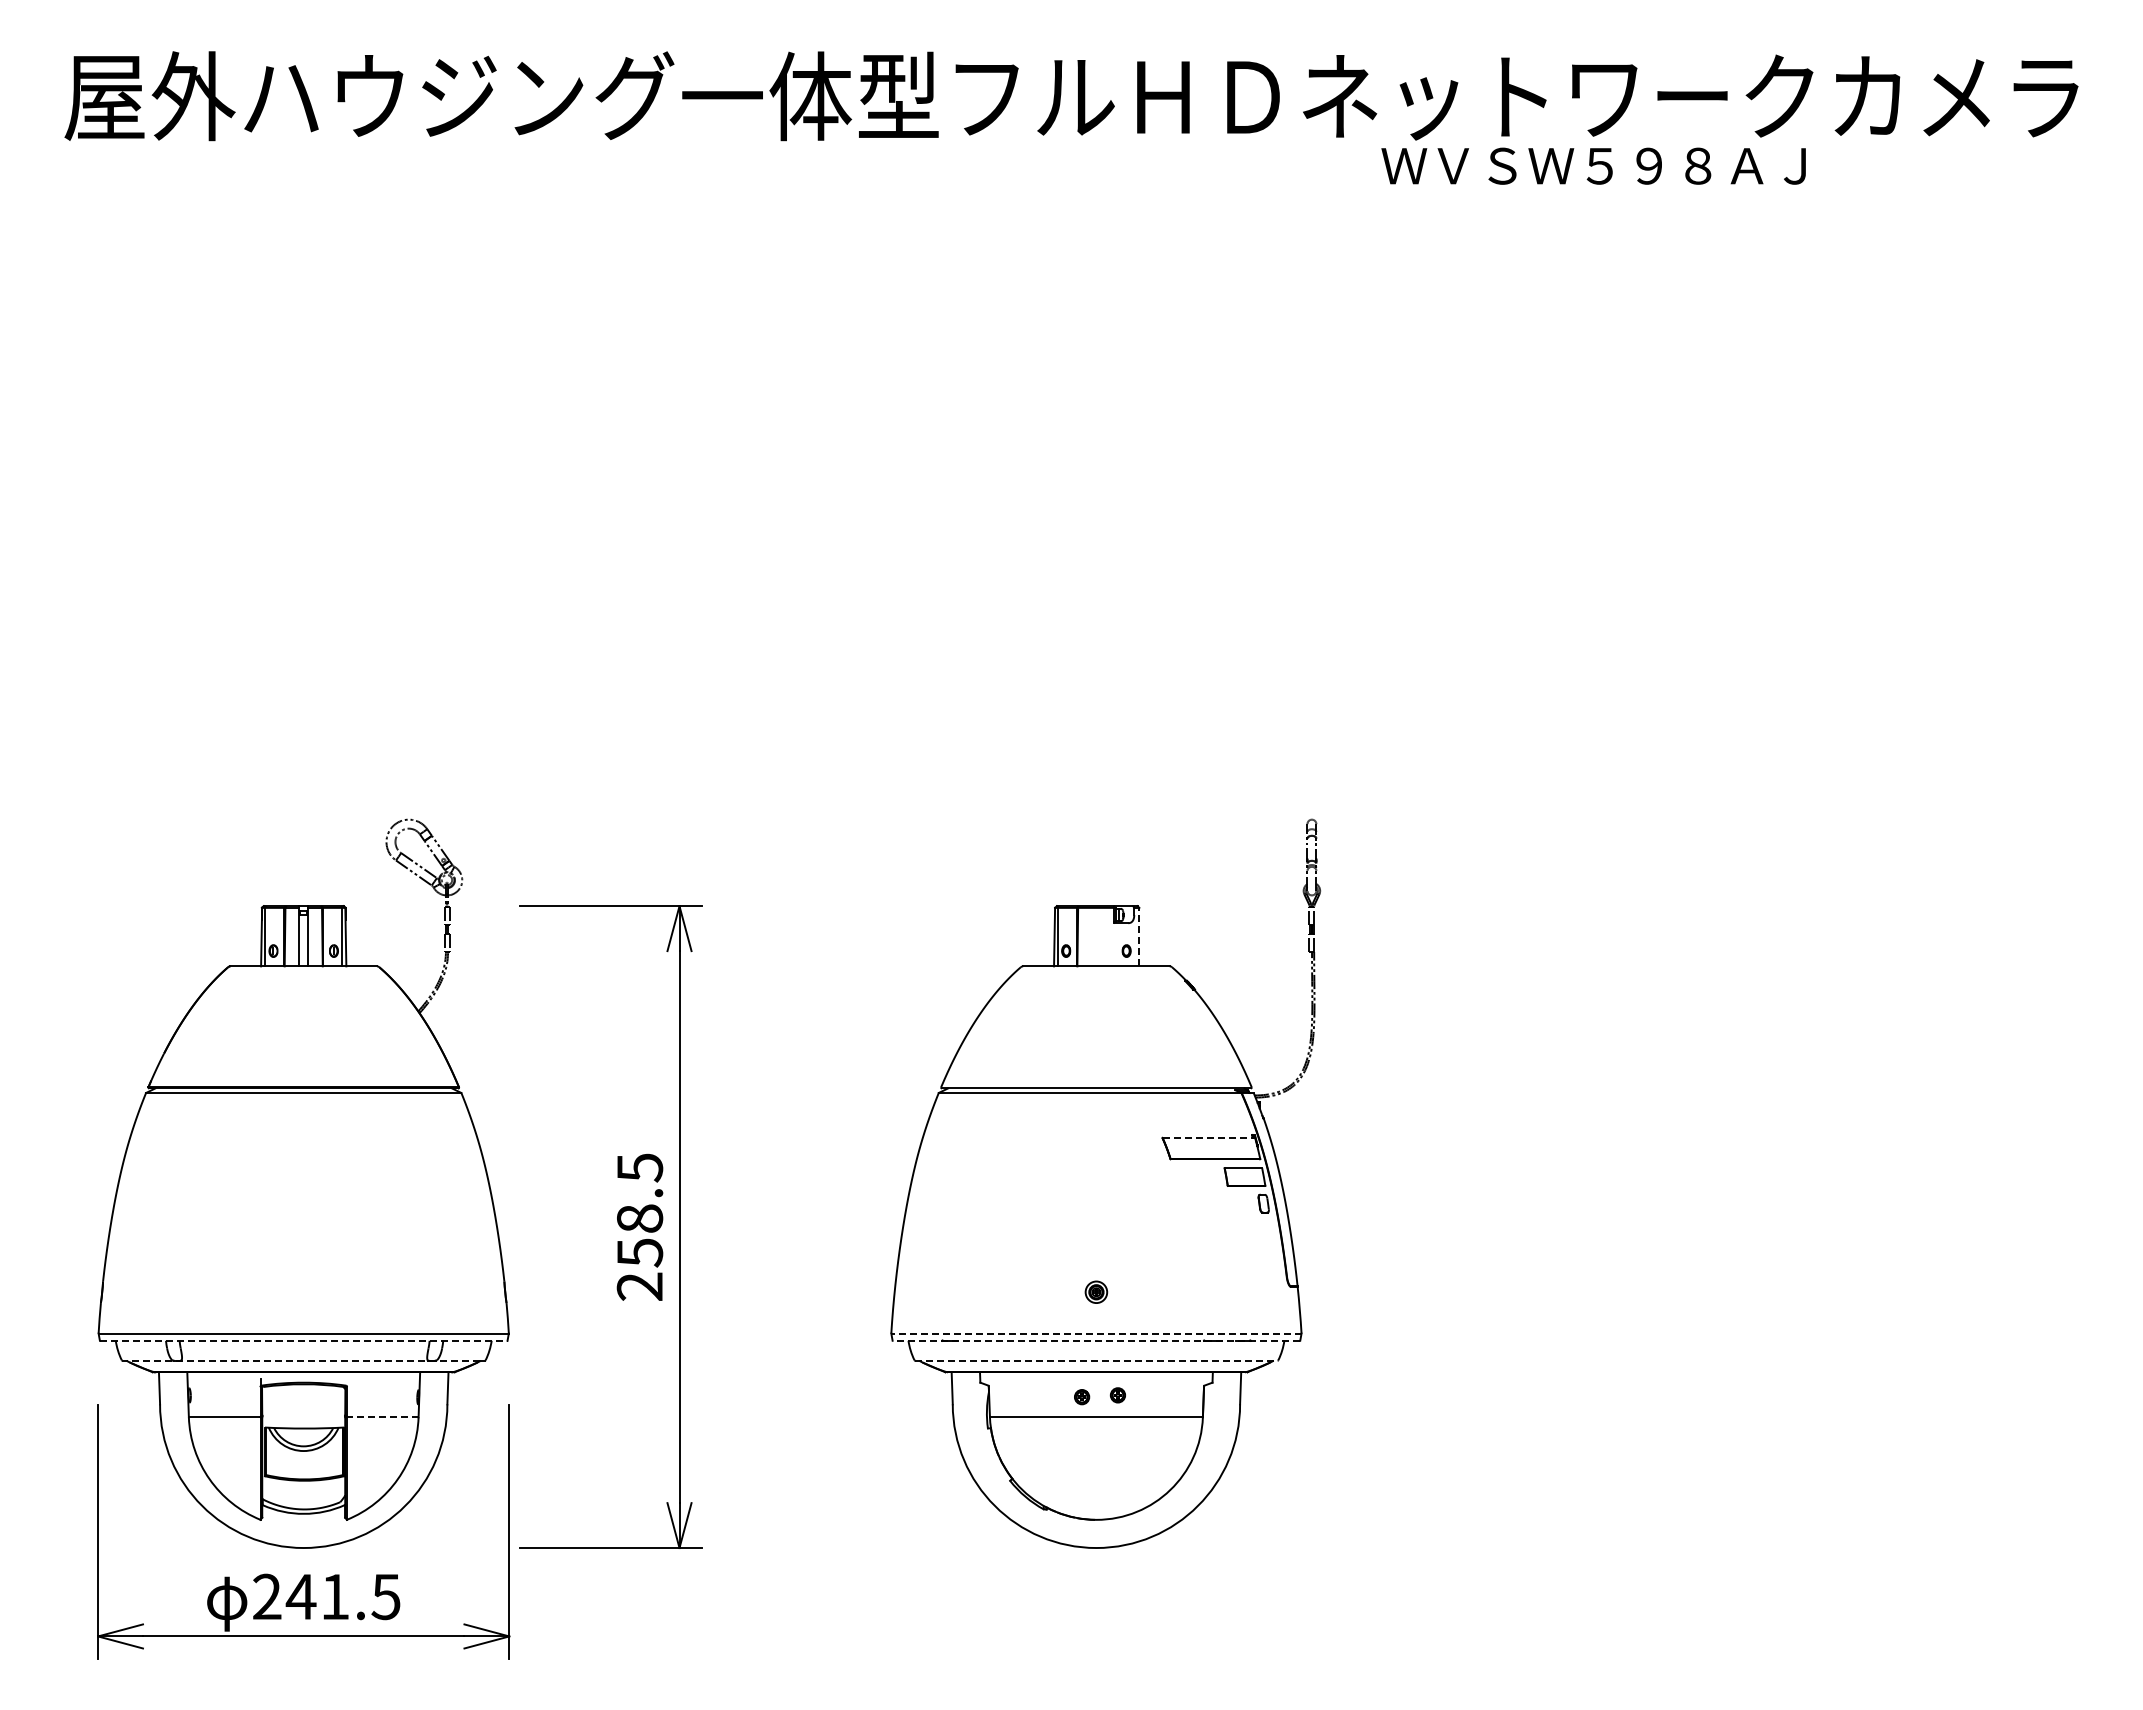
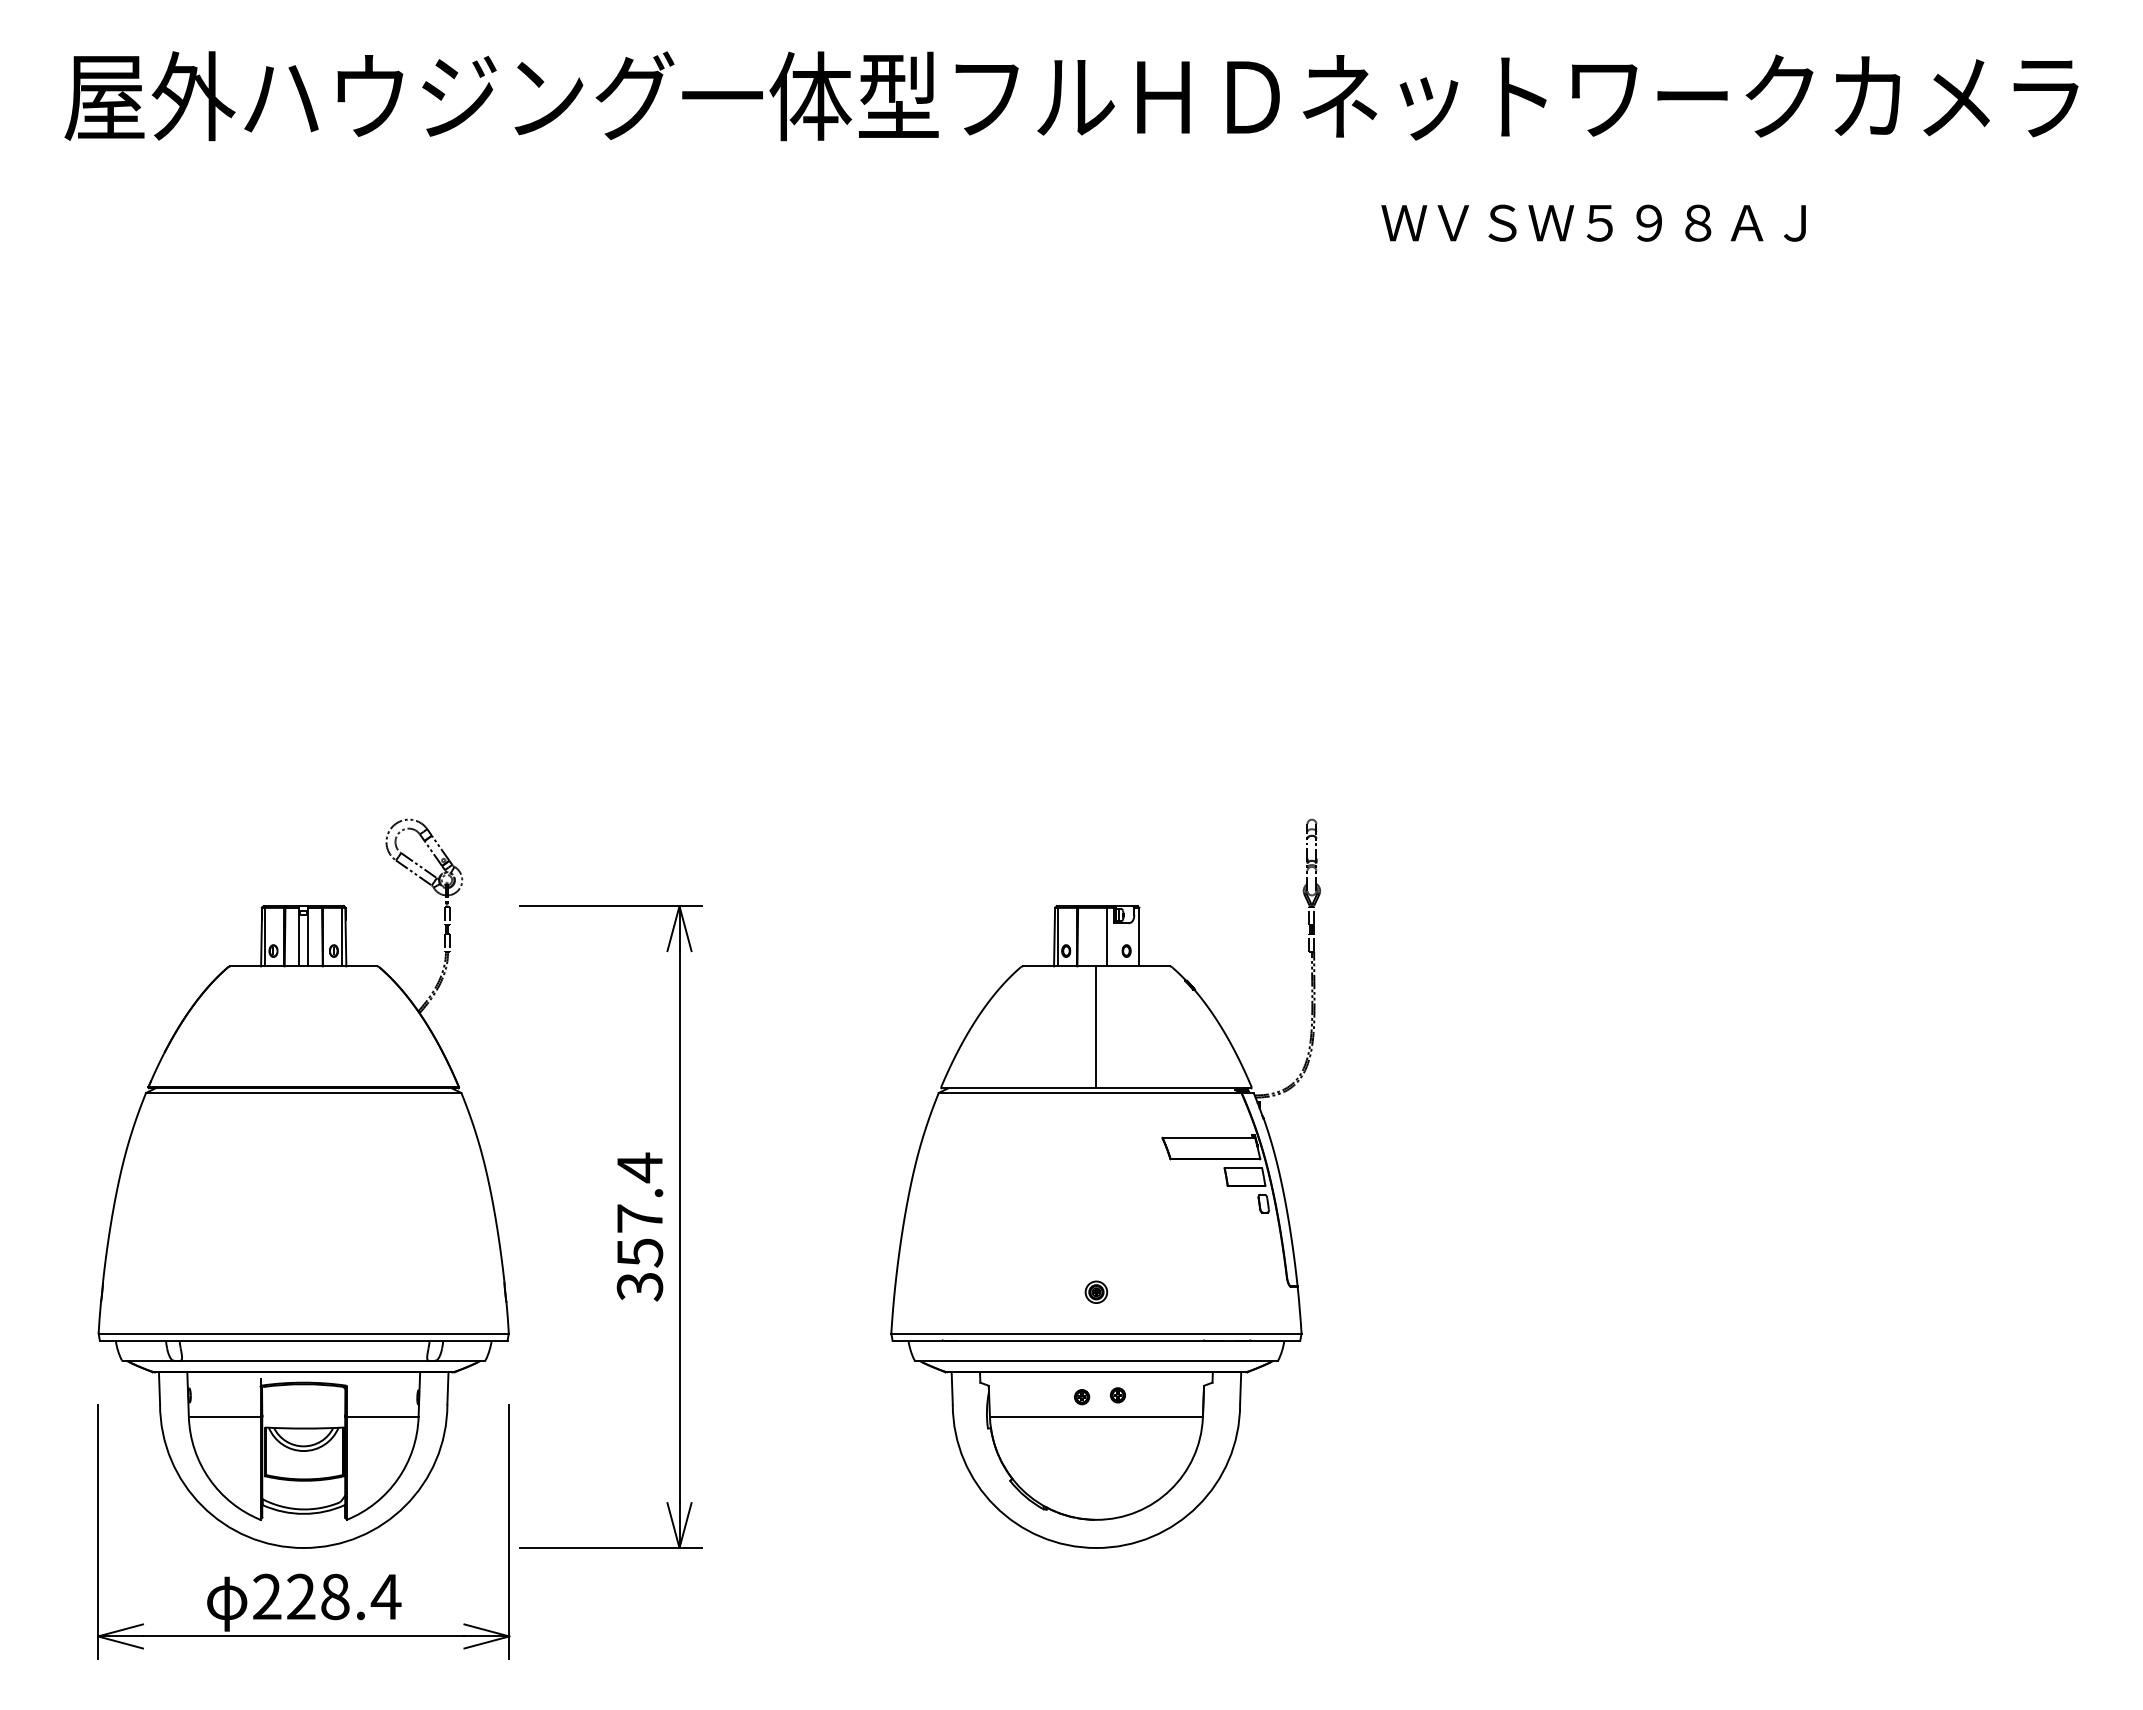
text at (1593, 165) position: (1593, 165) -> (1593, 222)
line at (1107, 936): none -> present
line at (1139, 936): dashed -> solid
line at (1096, 1026): none -> present
line at (1209, 1137): dashed -> solid
text at (640, 1226): 258.5 -> 357.4
line at (1095, 1333): dashed -> solid
line at (303, 1340): dashed -> solid
line at (1096, 1340): dashed -> solid
line at (1096, 1360): dashed -> solid
line at (303, 1361): dashed -> solid
line at (382, 1417): dashed -> solid
text at (343, 1596): 241.5 -> 228.4
